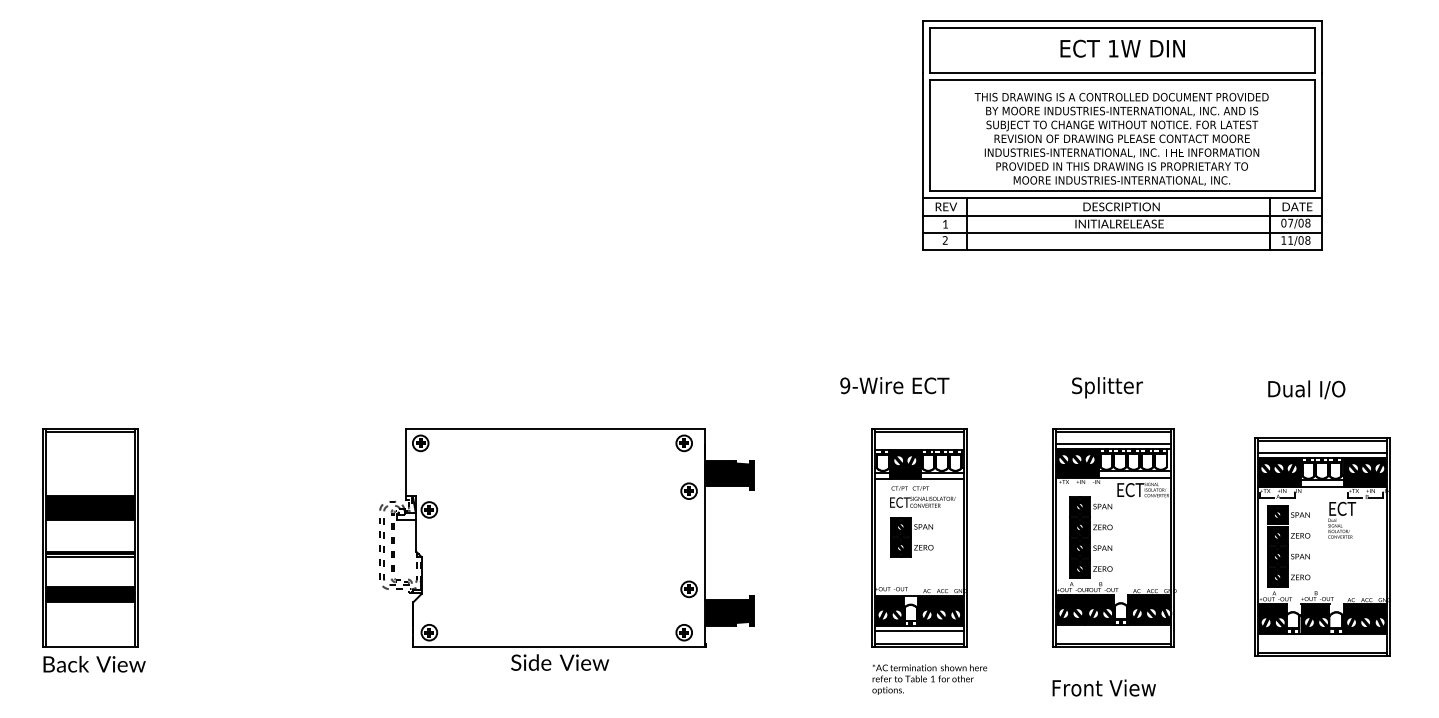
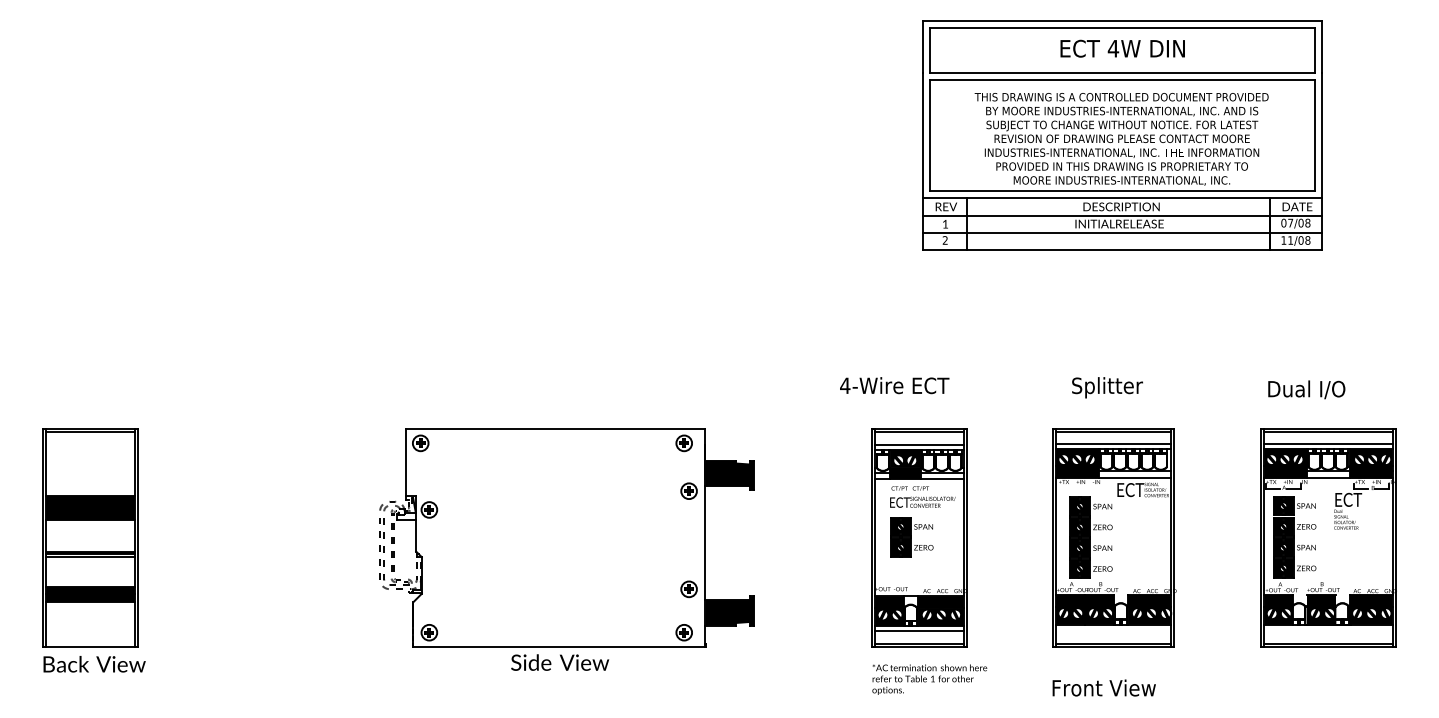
text at (1113, 48): 1W -> 4W
text at (845, 385): 9-Wire -> 4-Wire
line at (919, 444): none -> present
part at (1322, 546) position: (1322, 546) -> (1328, 537)
